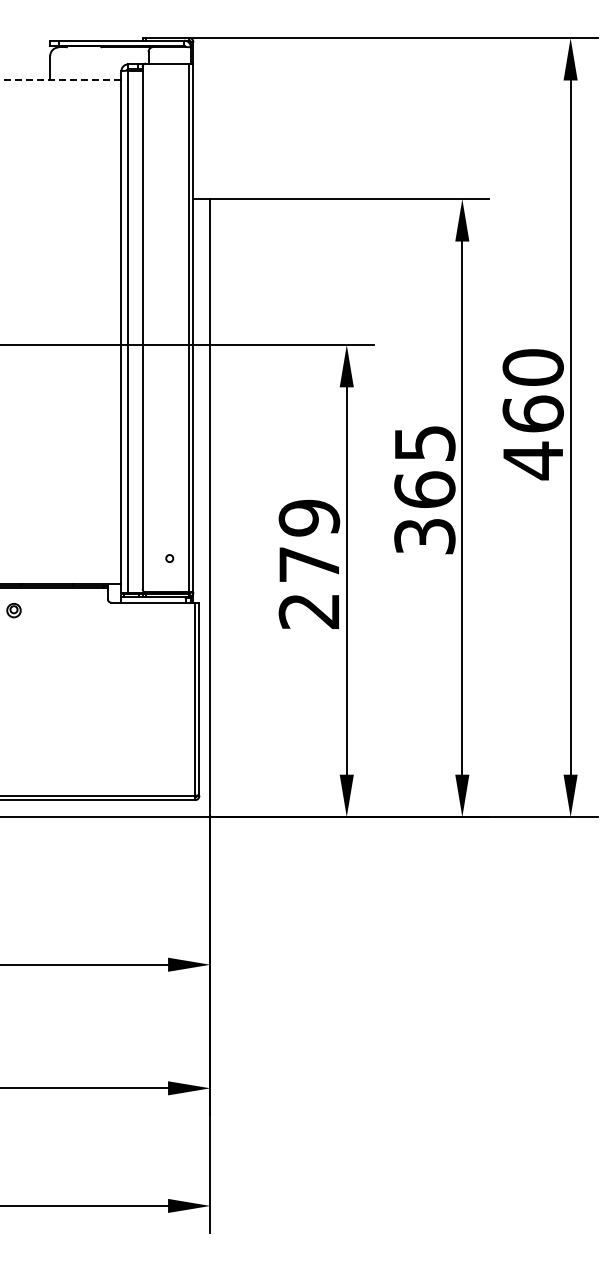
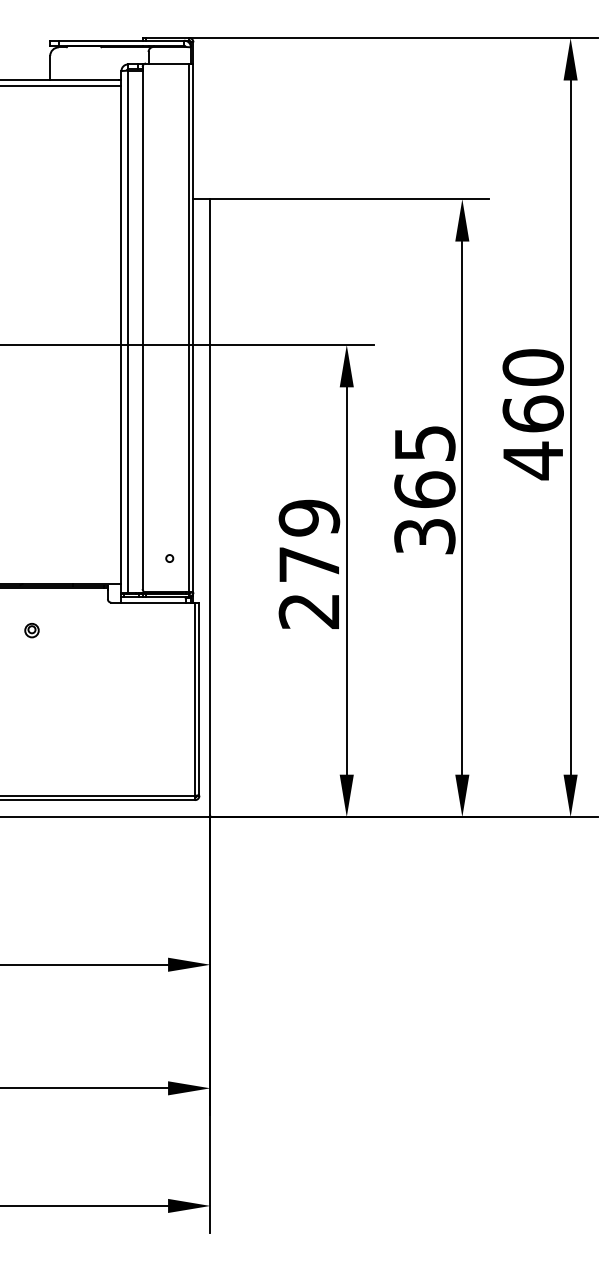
line at (60, 80): dashed -> solid
line at (61, 85): none -> present
part at (13, 610) position: (13, 610) -> (31, 630)
